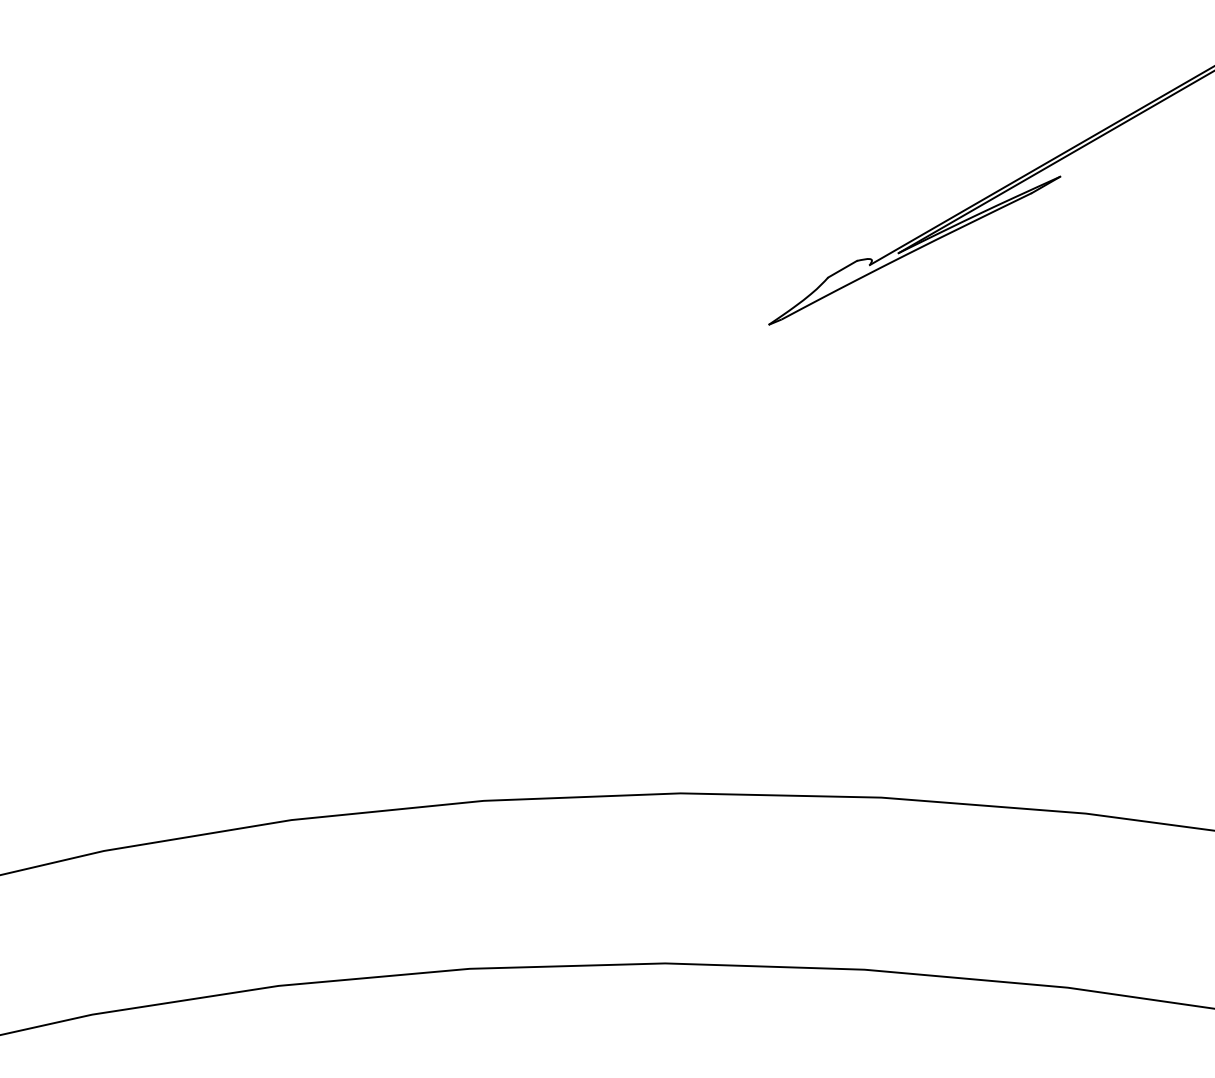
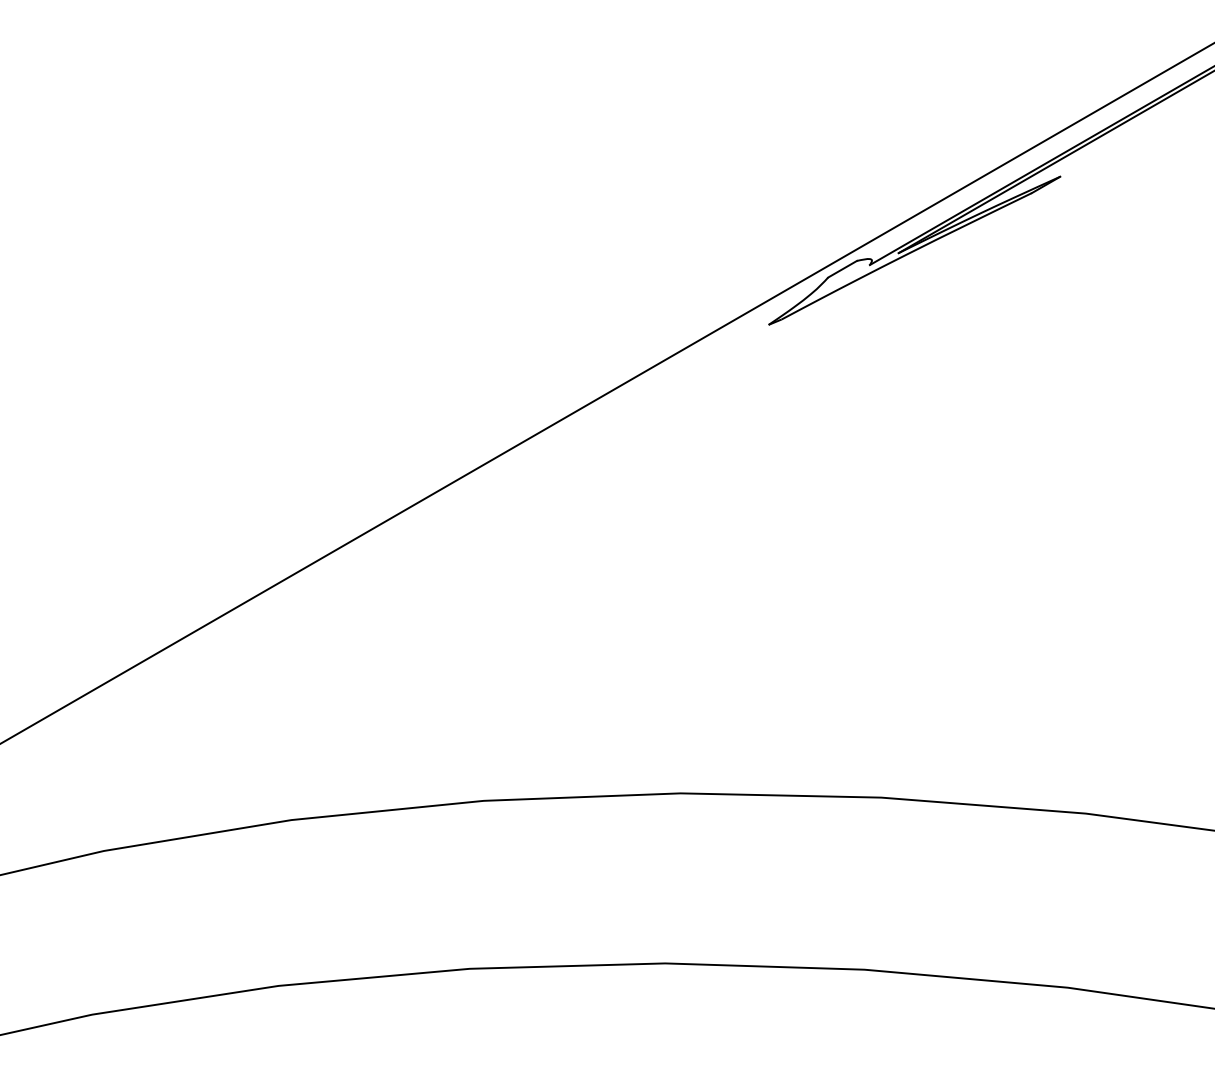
line at (606, 393): none -> present
